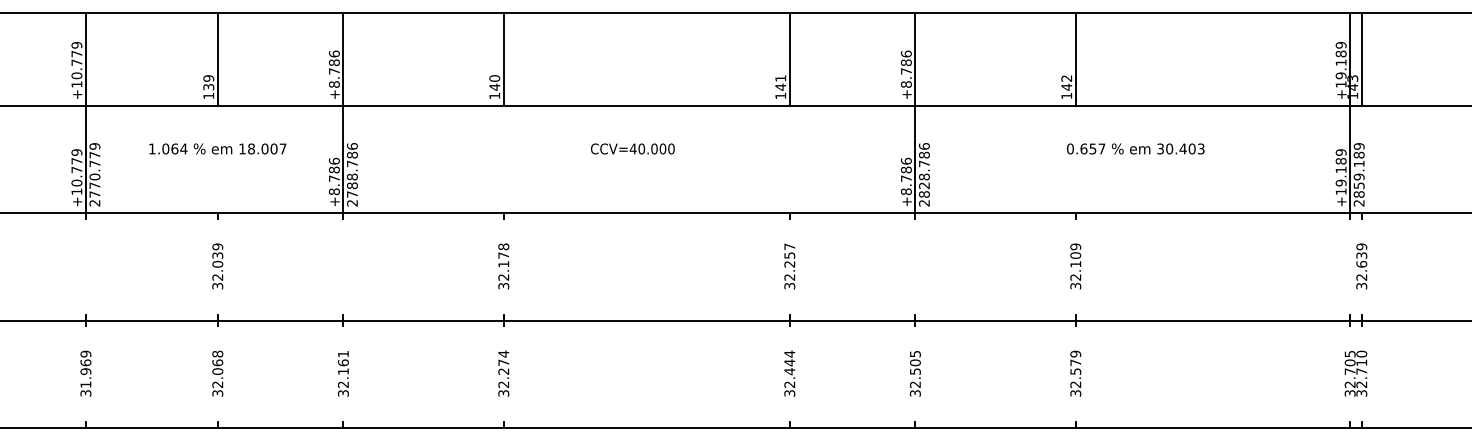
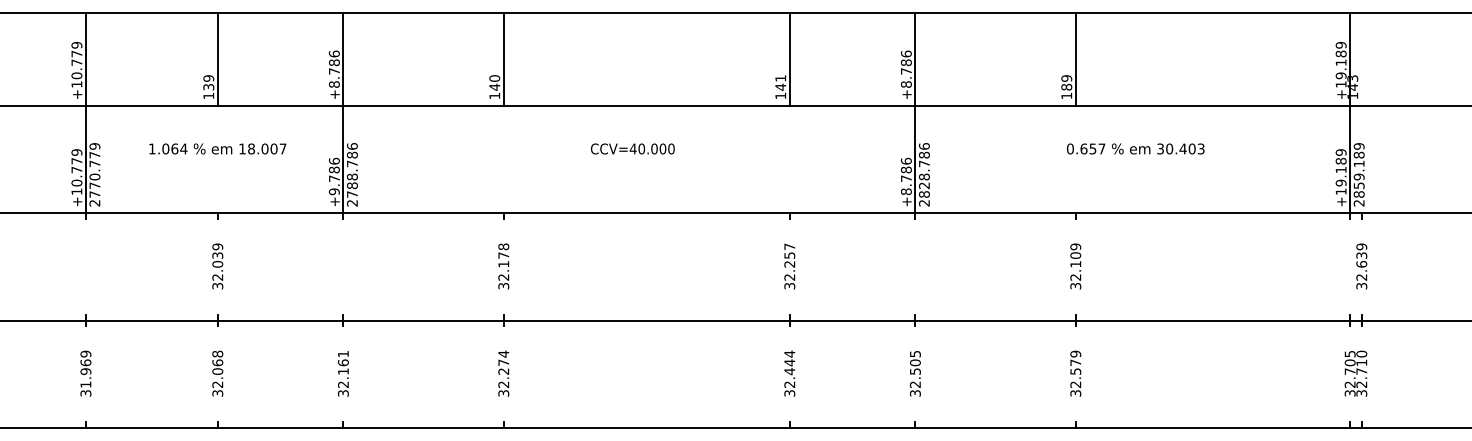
line at (1361, 59): present -> none
text at (1066, 82): 142 -> 189
text at (334, 191): +8.786 -> +9.786
